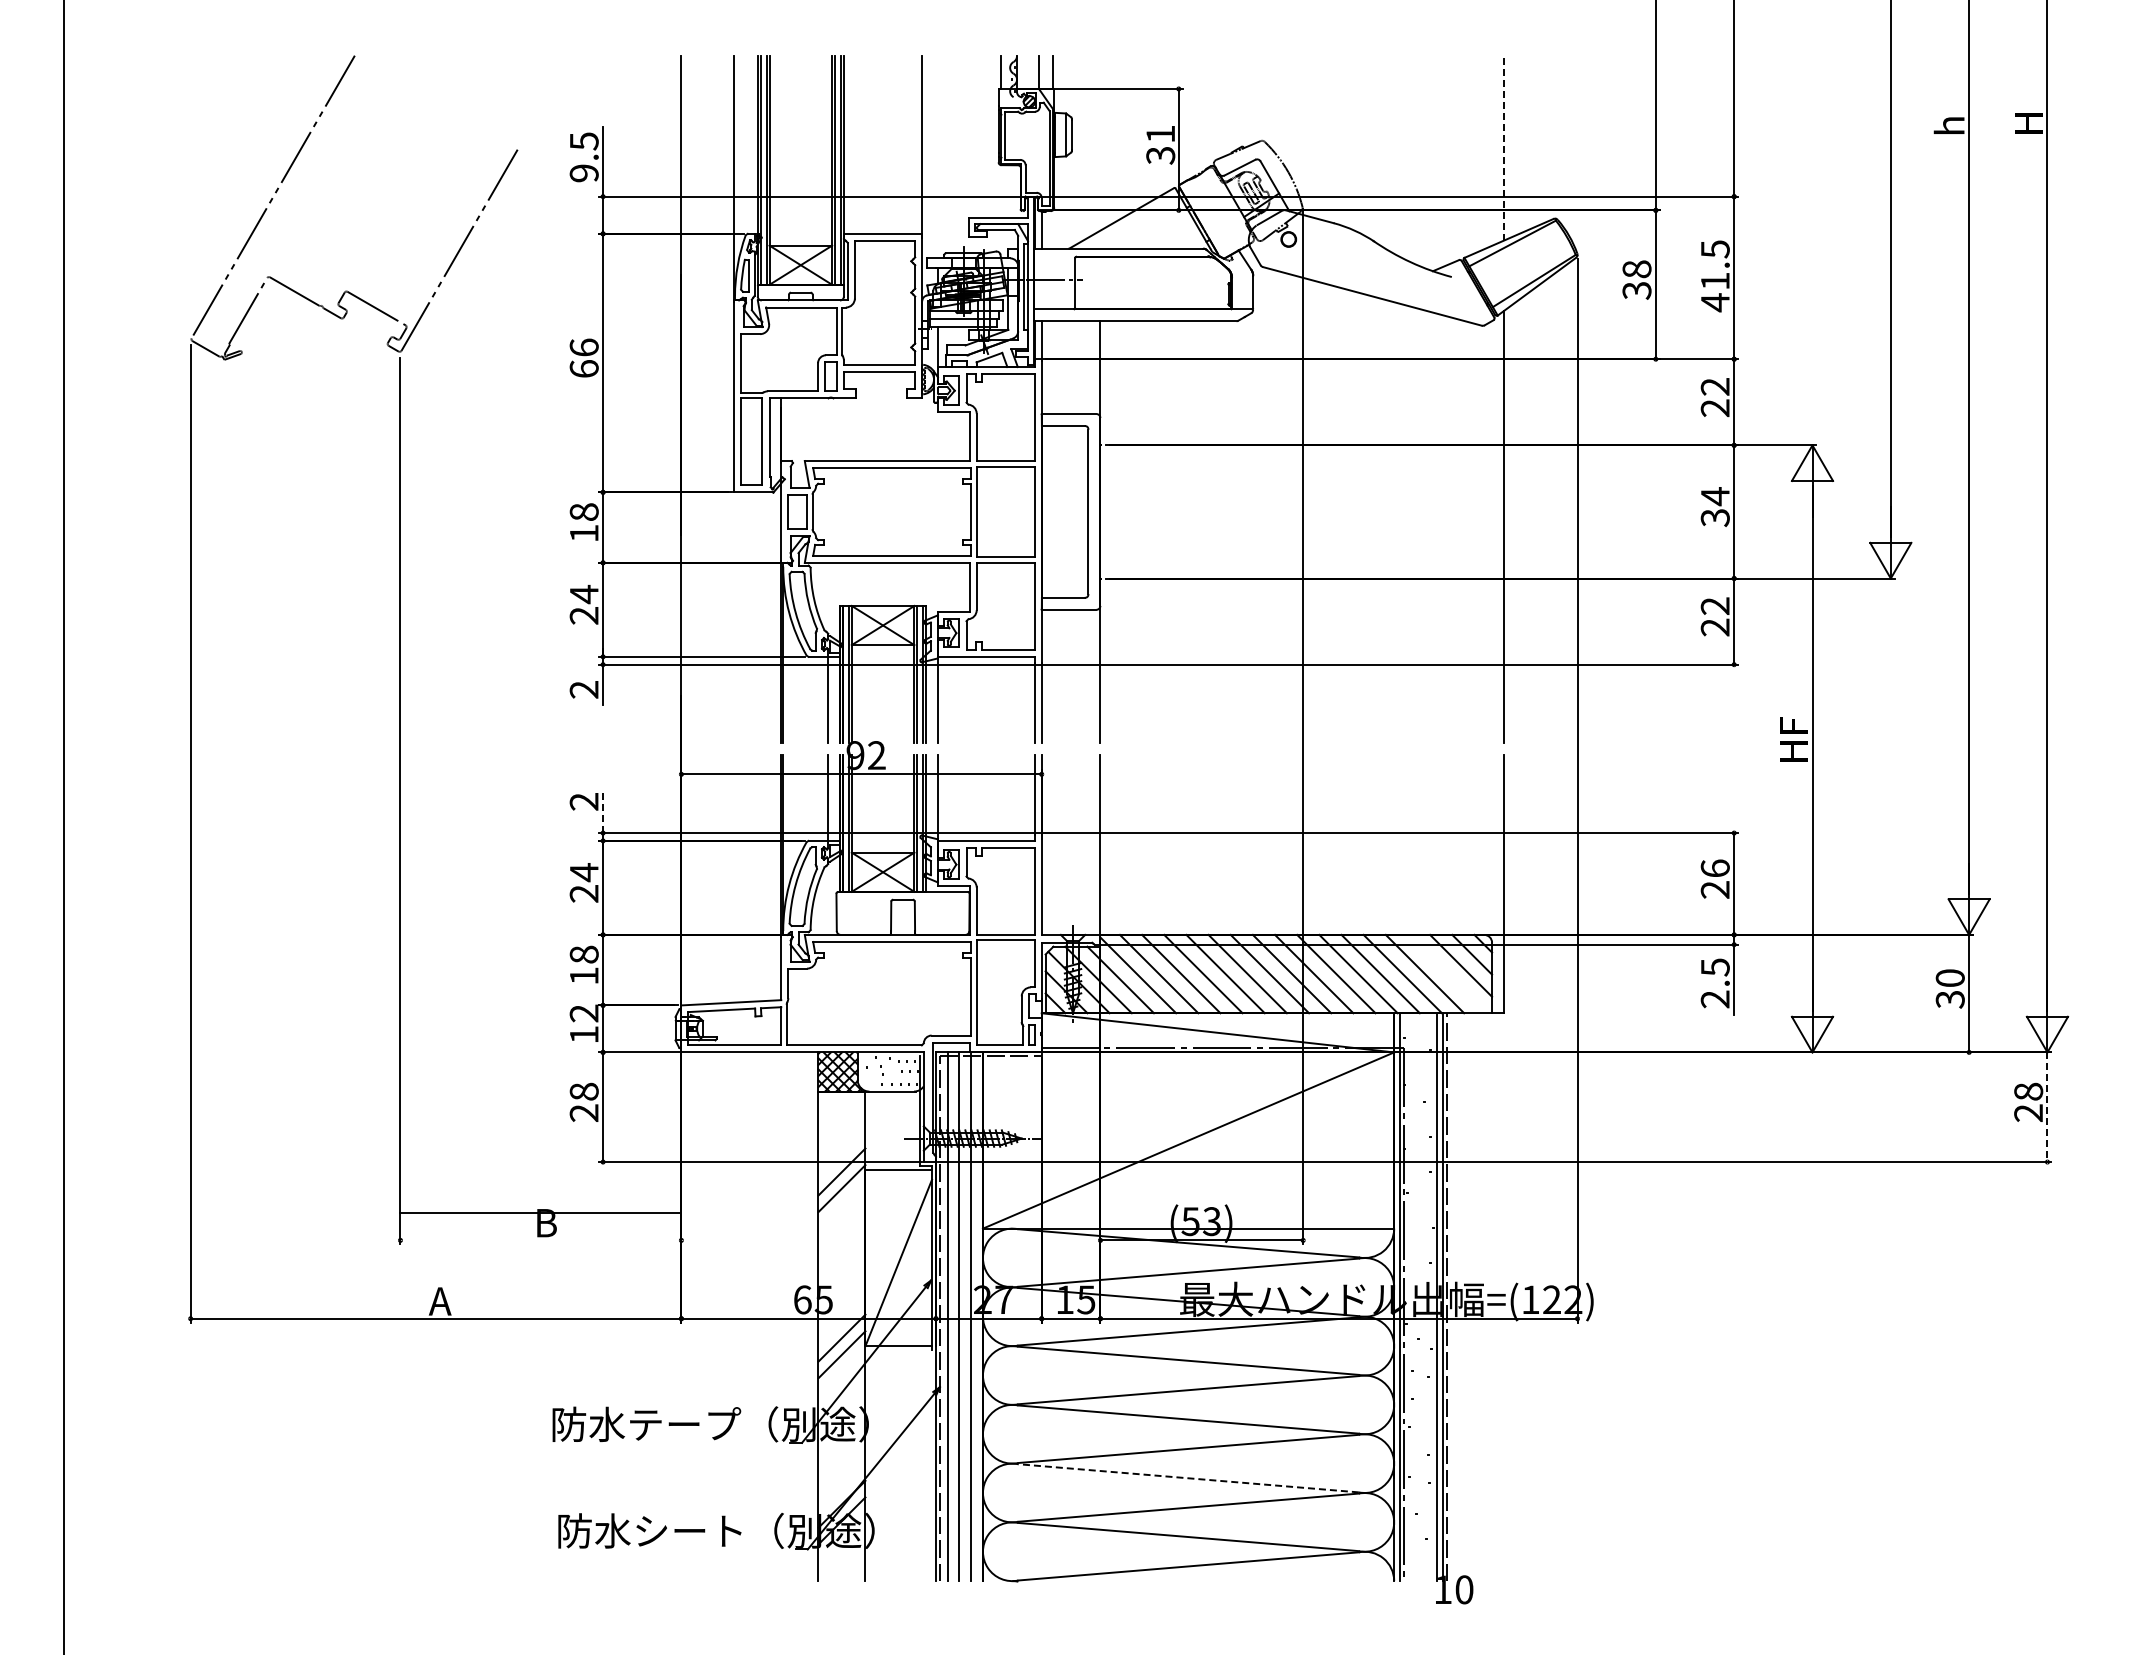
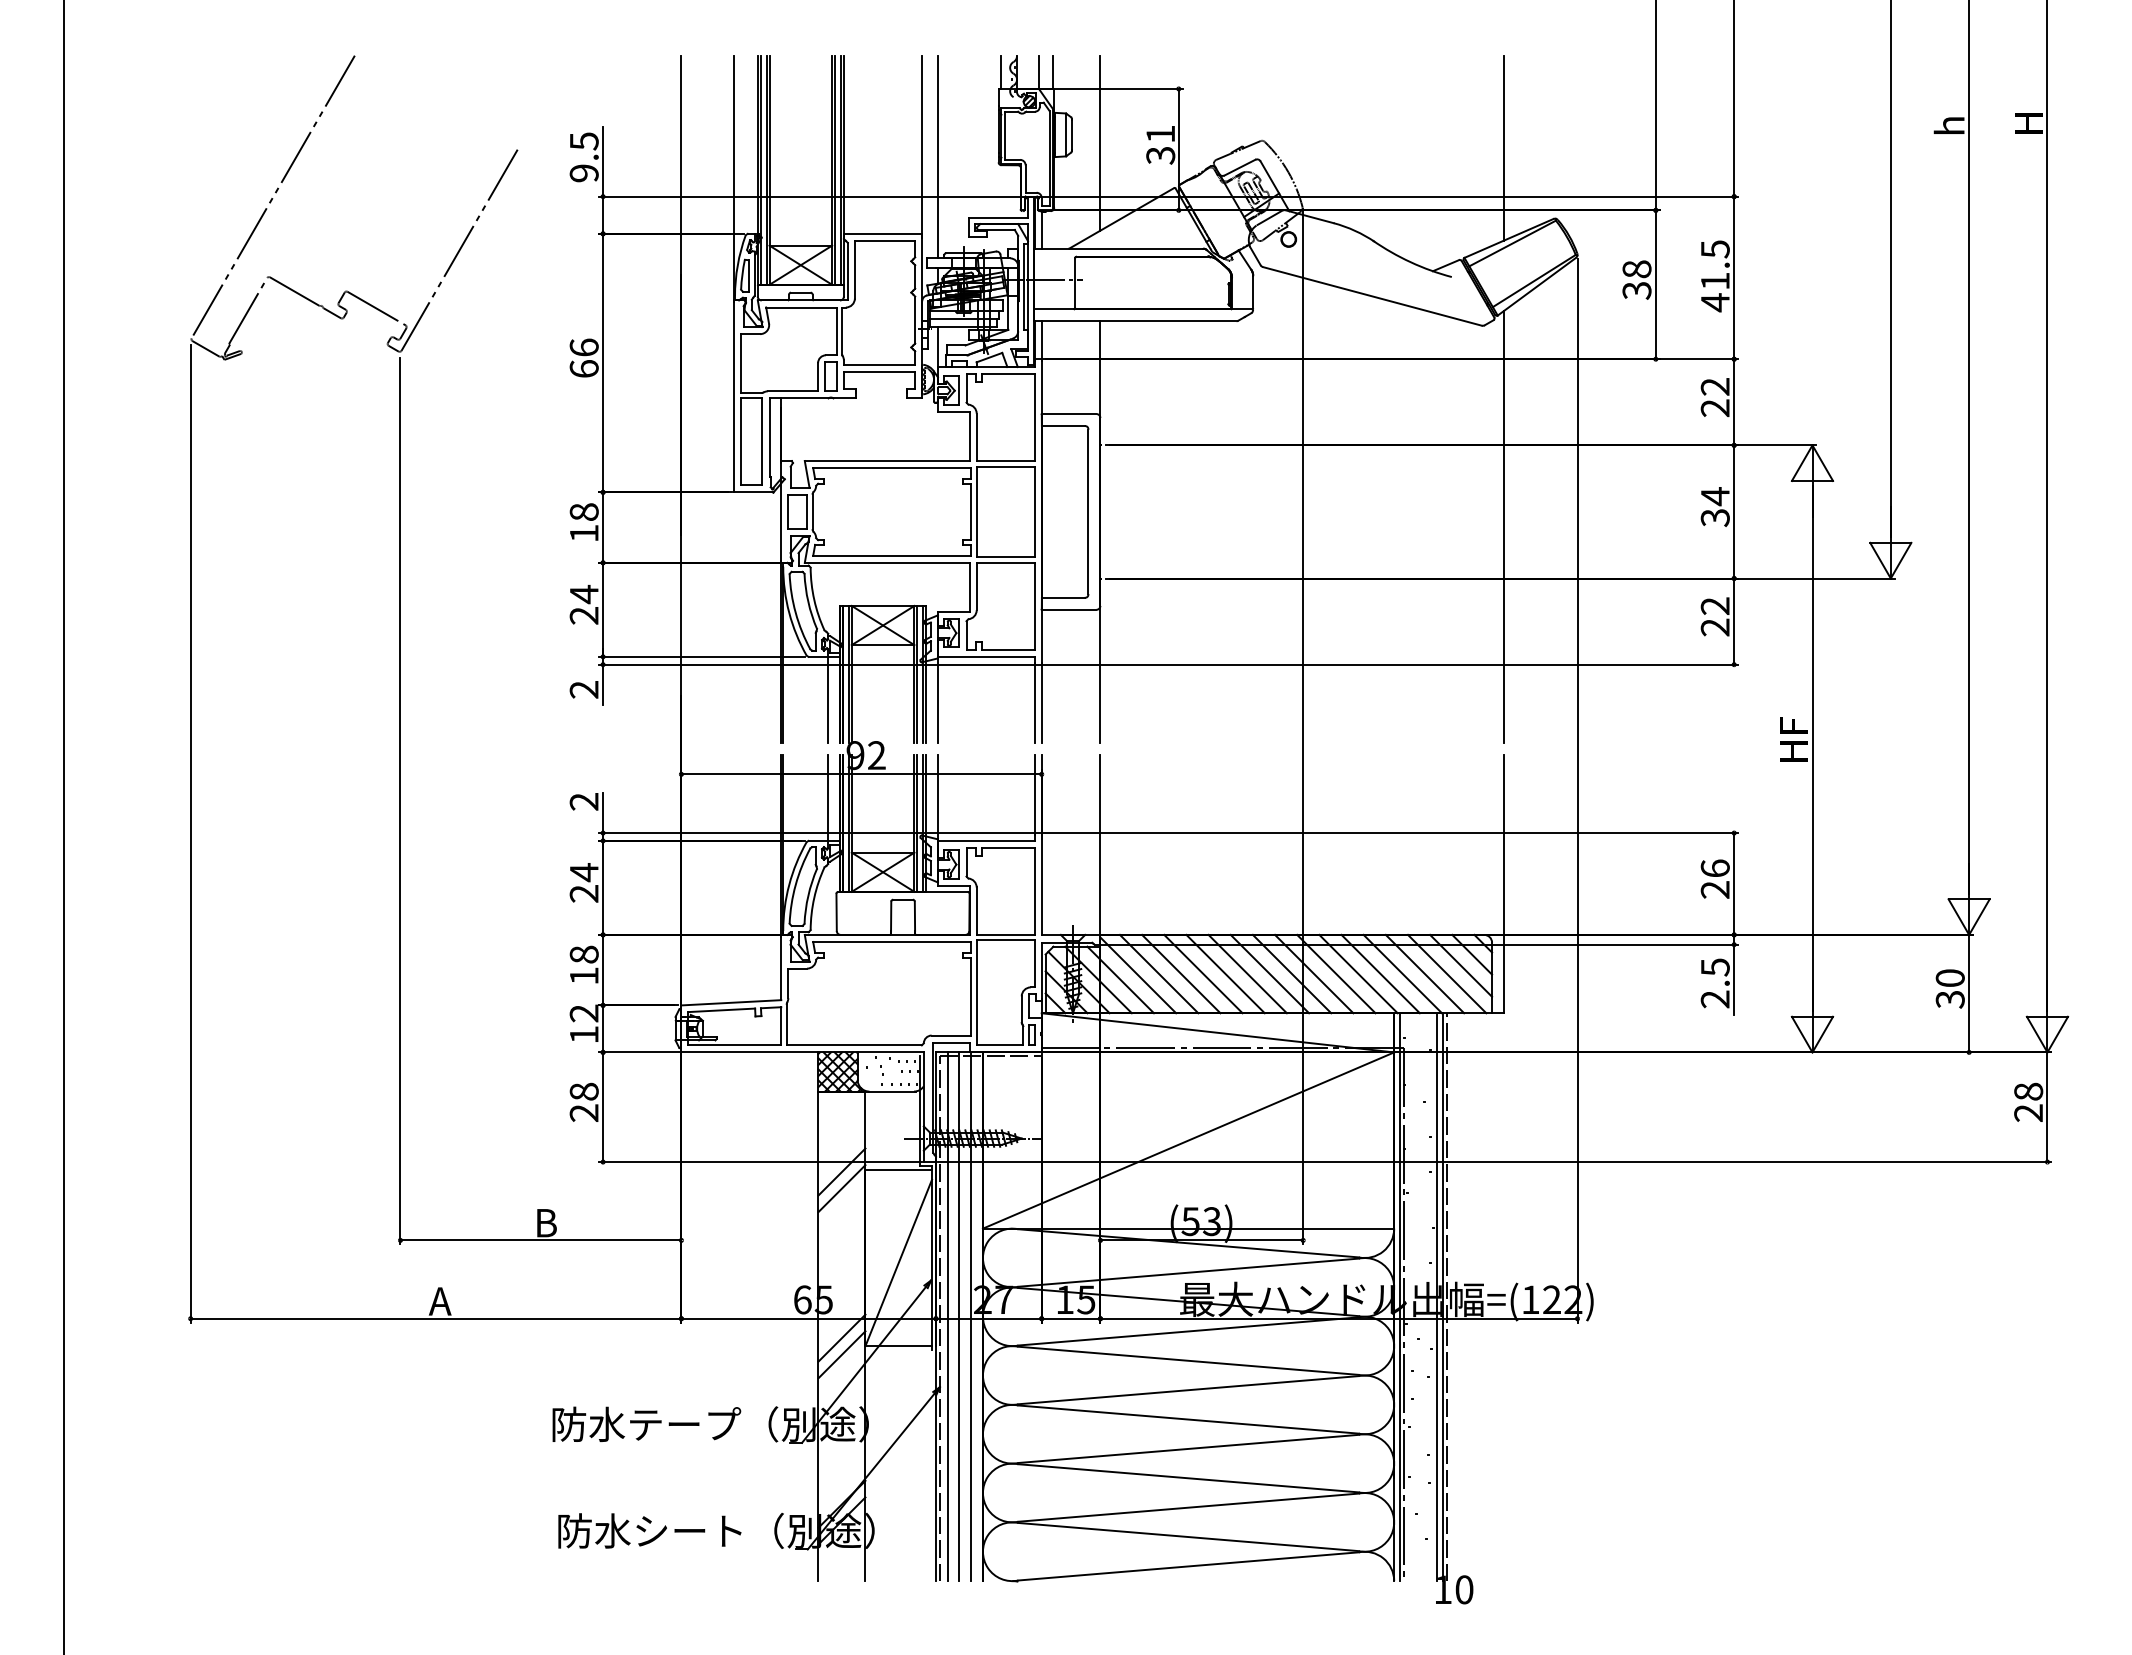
line at (1100, 142): none -> present
line at (1503, 148): dashed -> solid
line at (937, 156): none -> present
line at (603, 812): dashed -> solid
line at (1447, 973): none -> present
line at (2047, 1107): dashed -> solid
line at (540, 1213) position: (540, 1213) -> (540, 1240)
line at (1188, 1478): dashed -> solid
